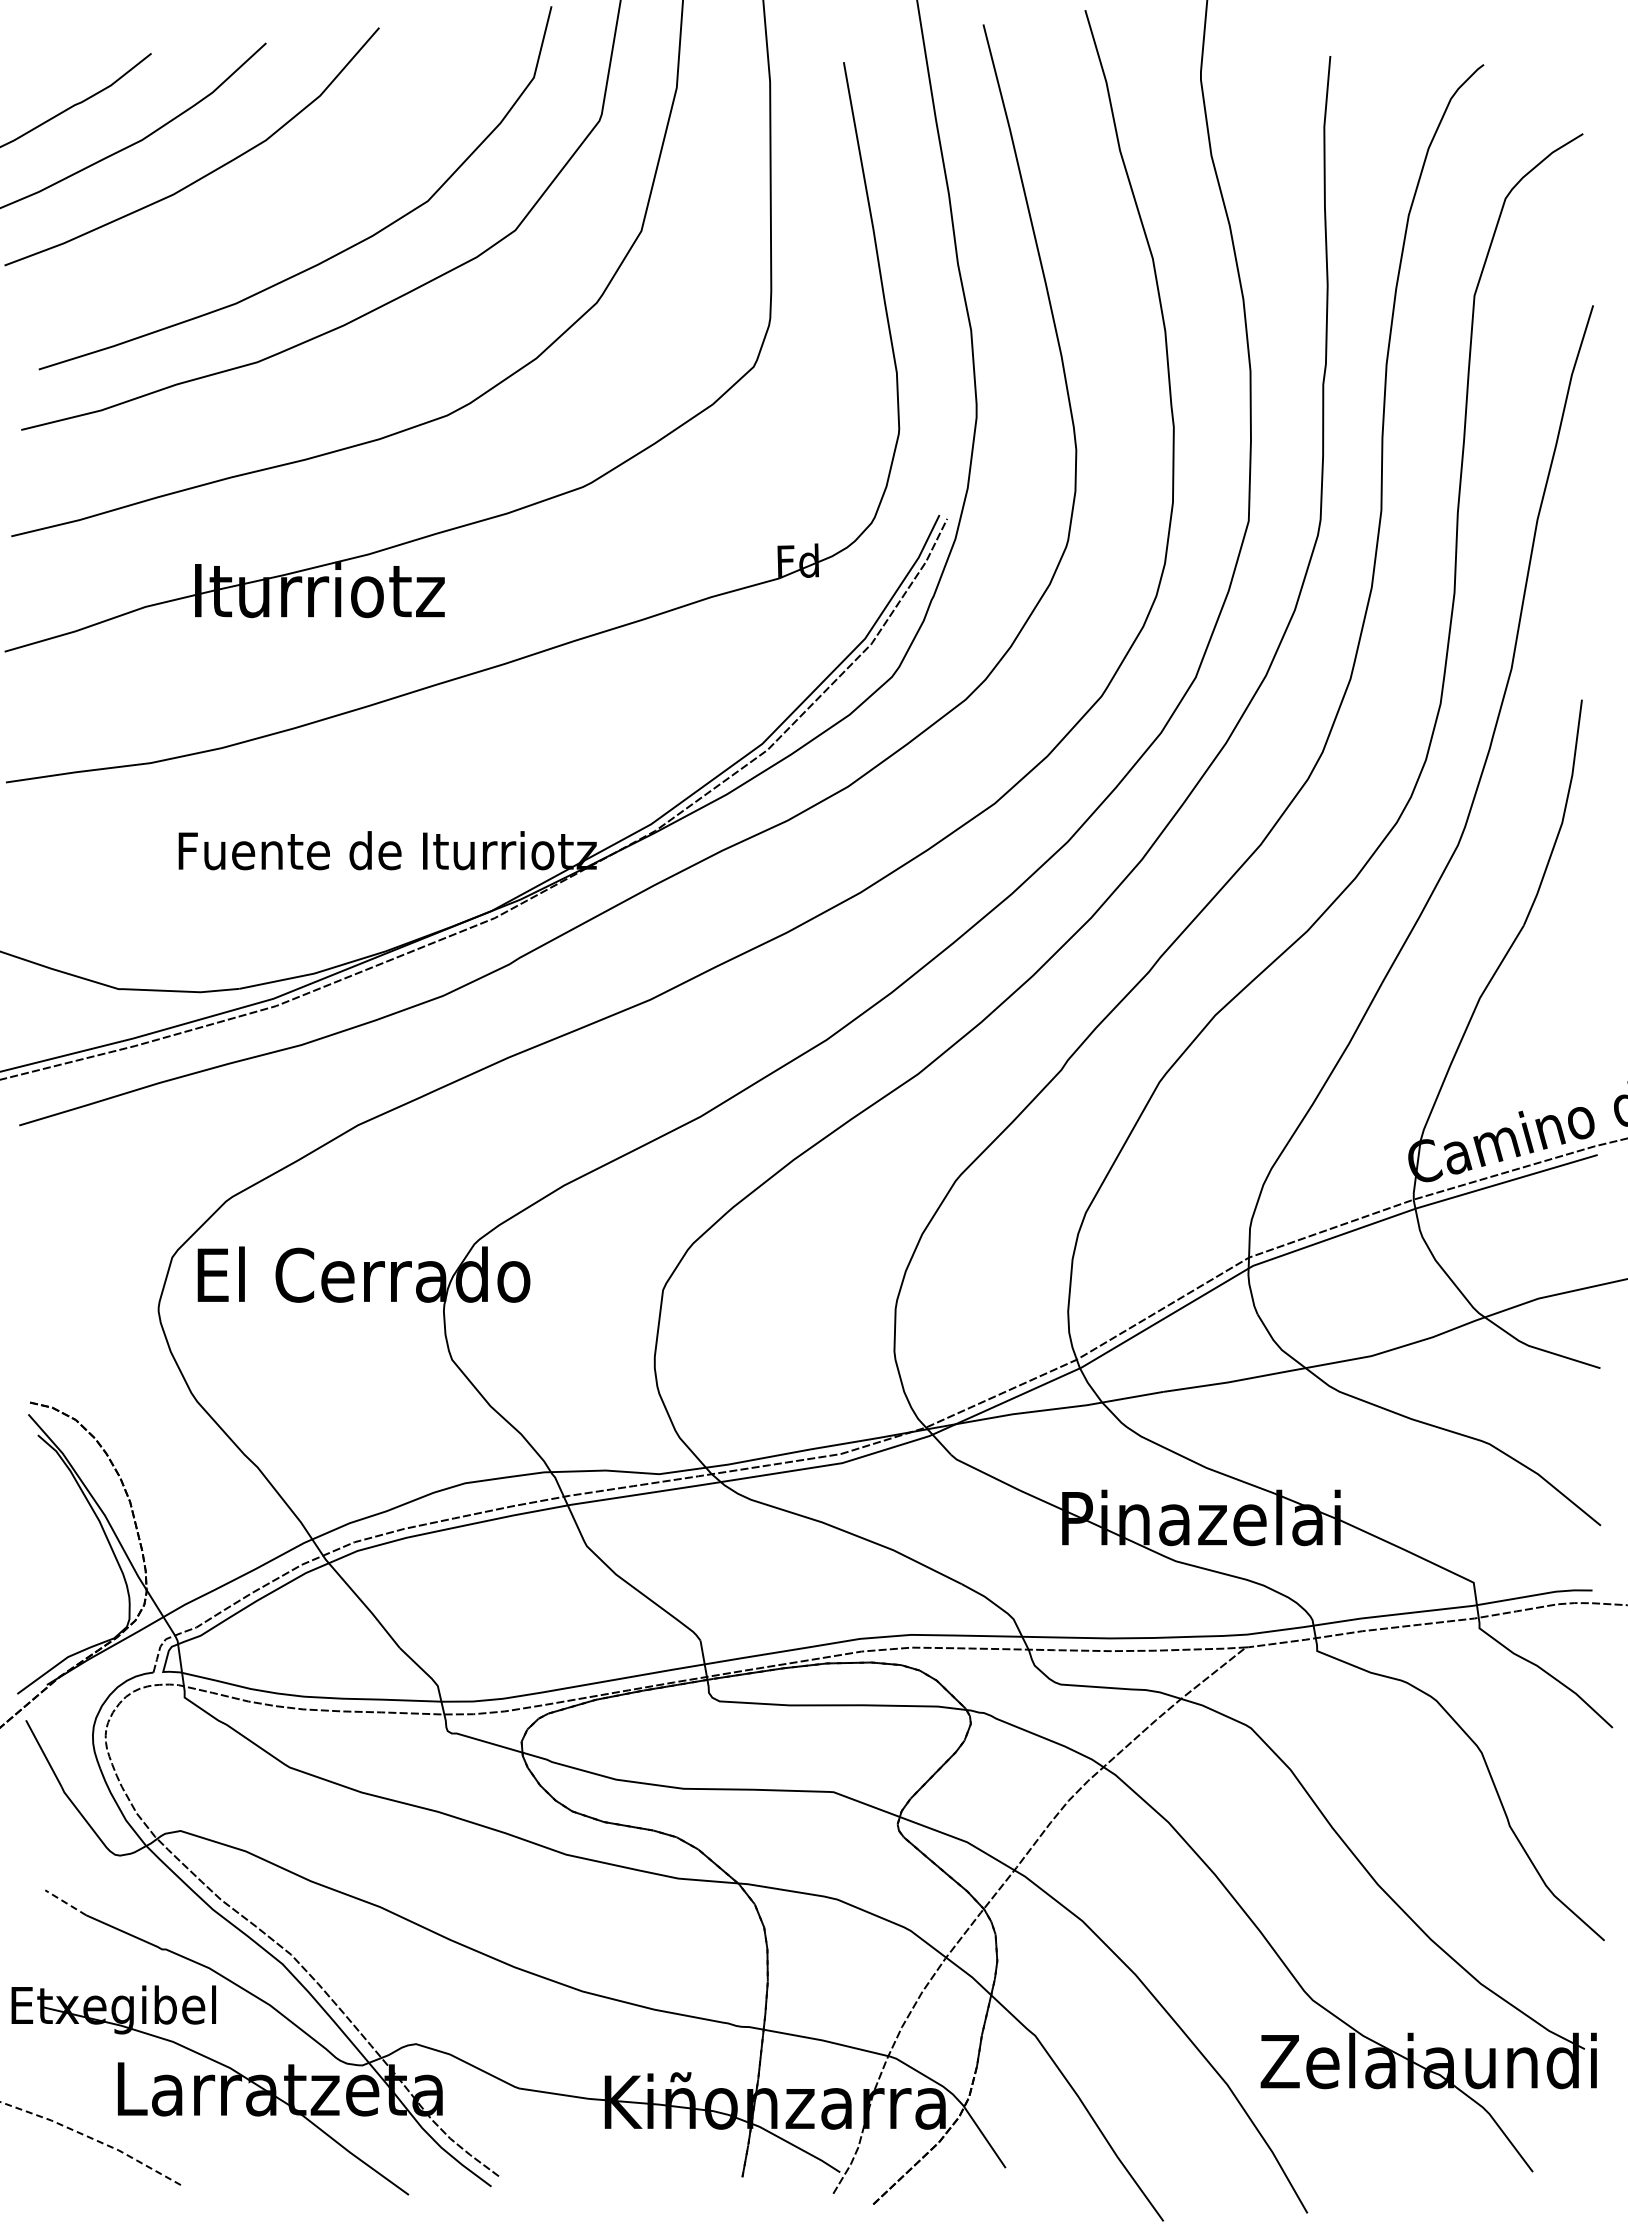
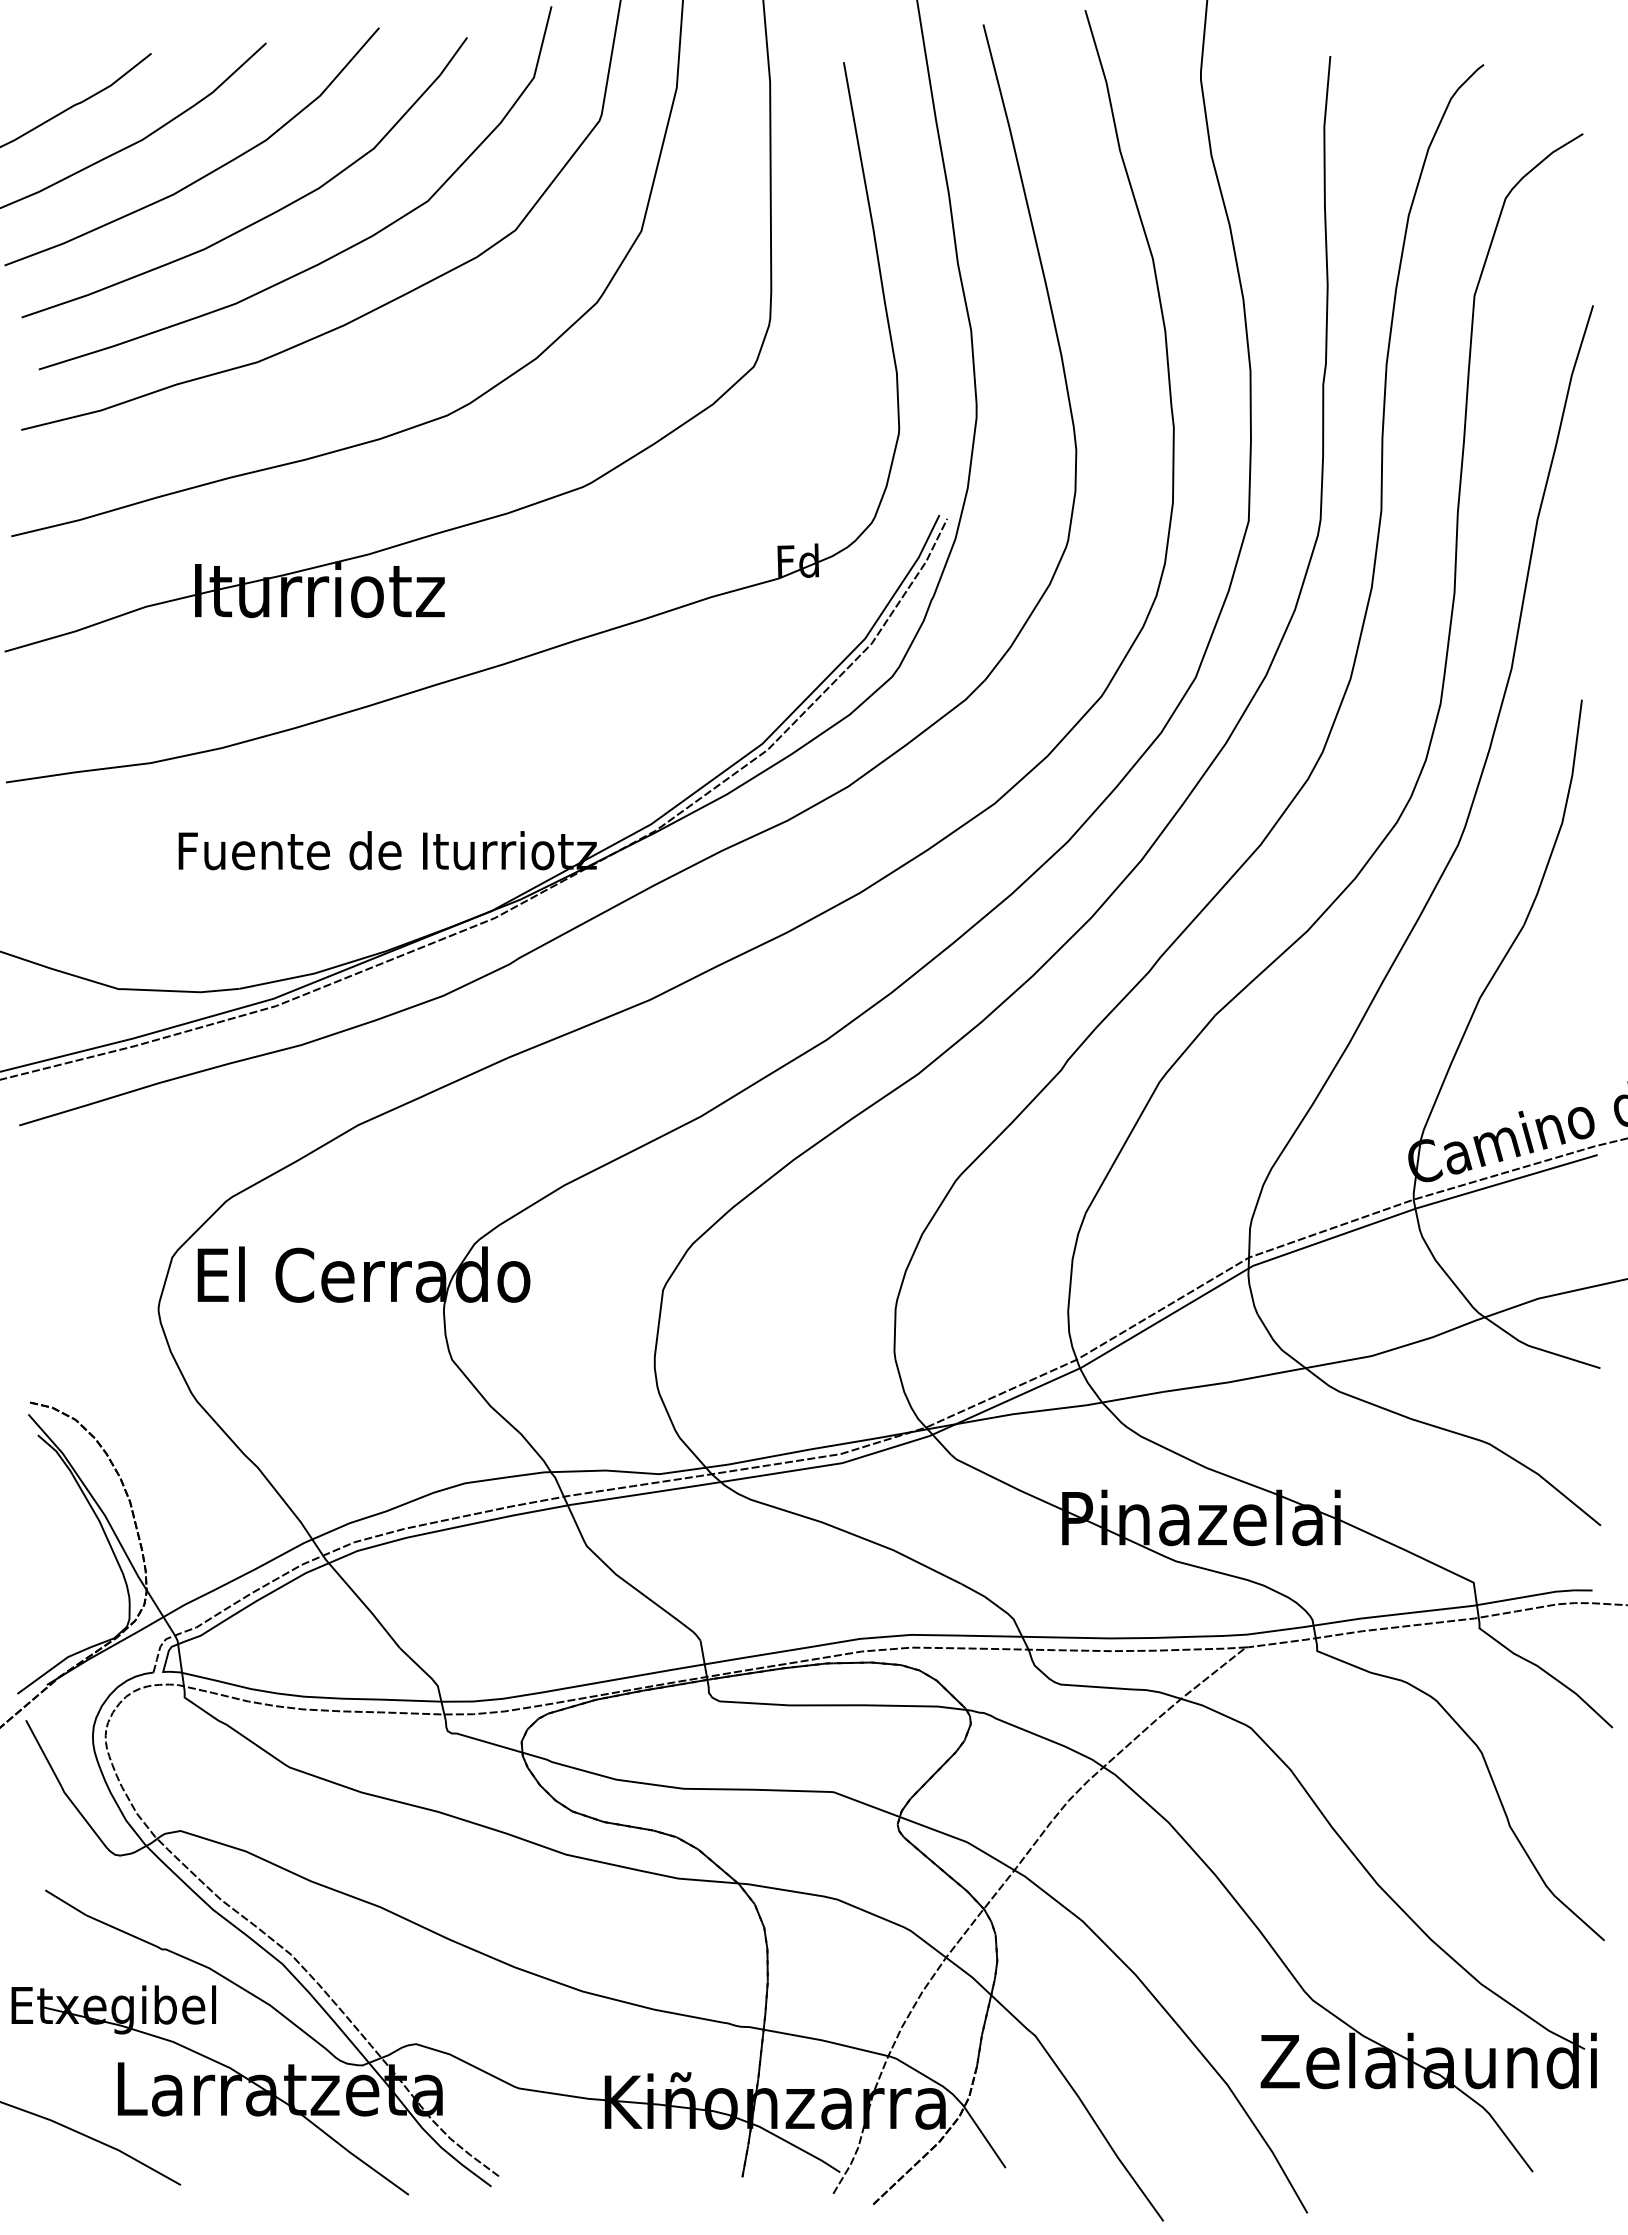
curve at (263, 217): none -> present
line at (65, 1902): dashed -> solid
line at (91, 2138): dashed -> solid
